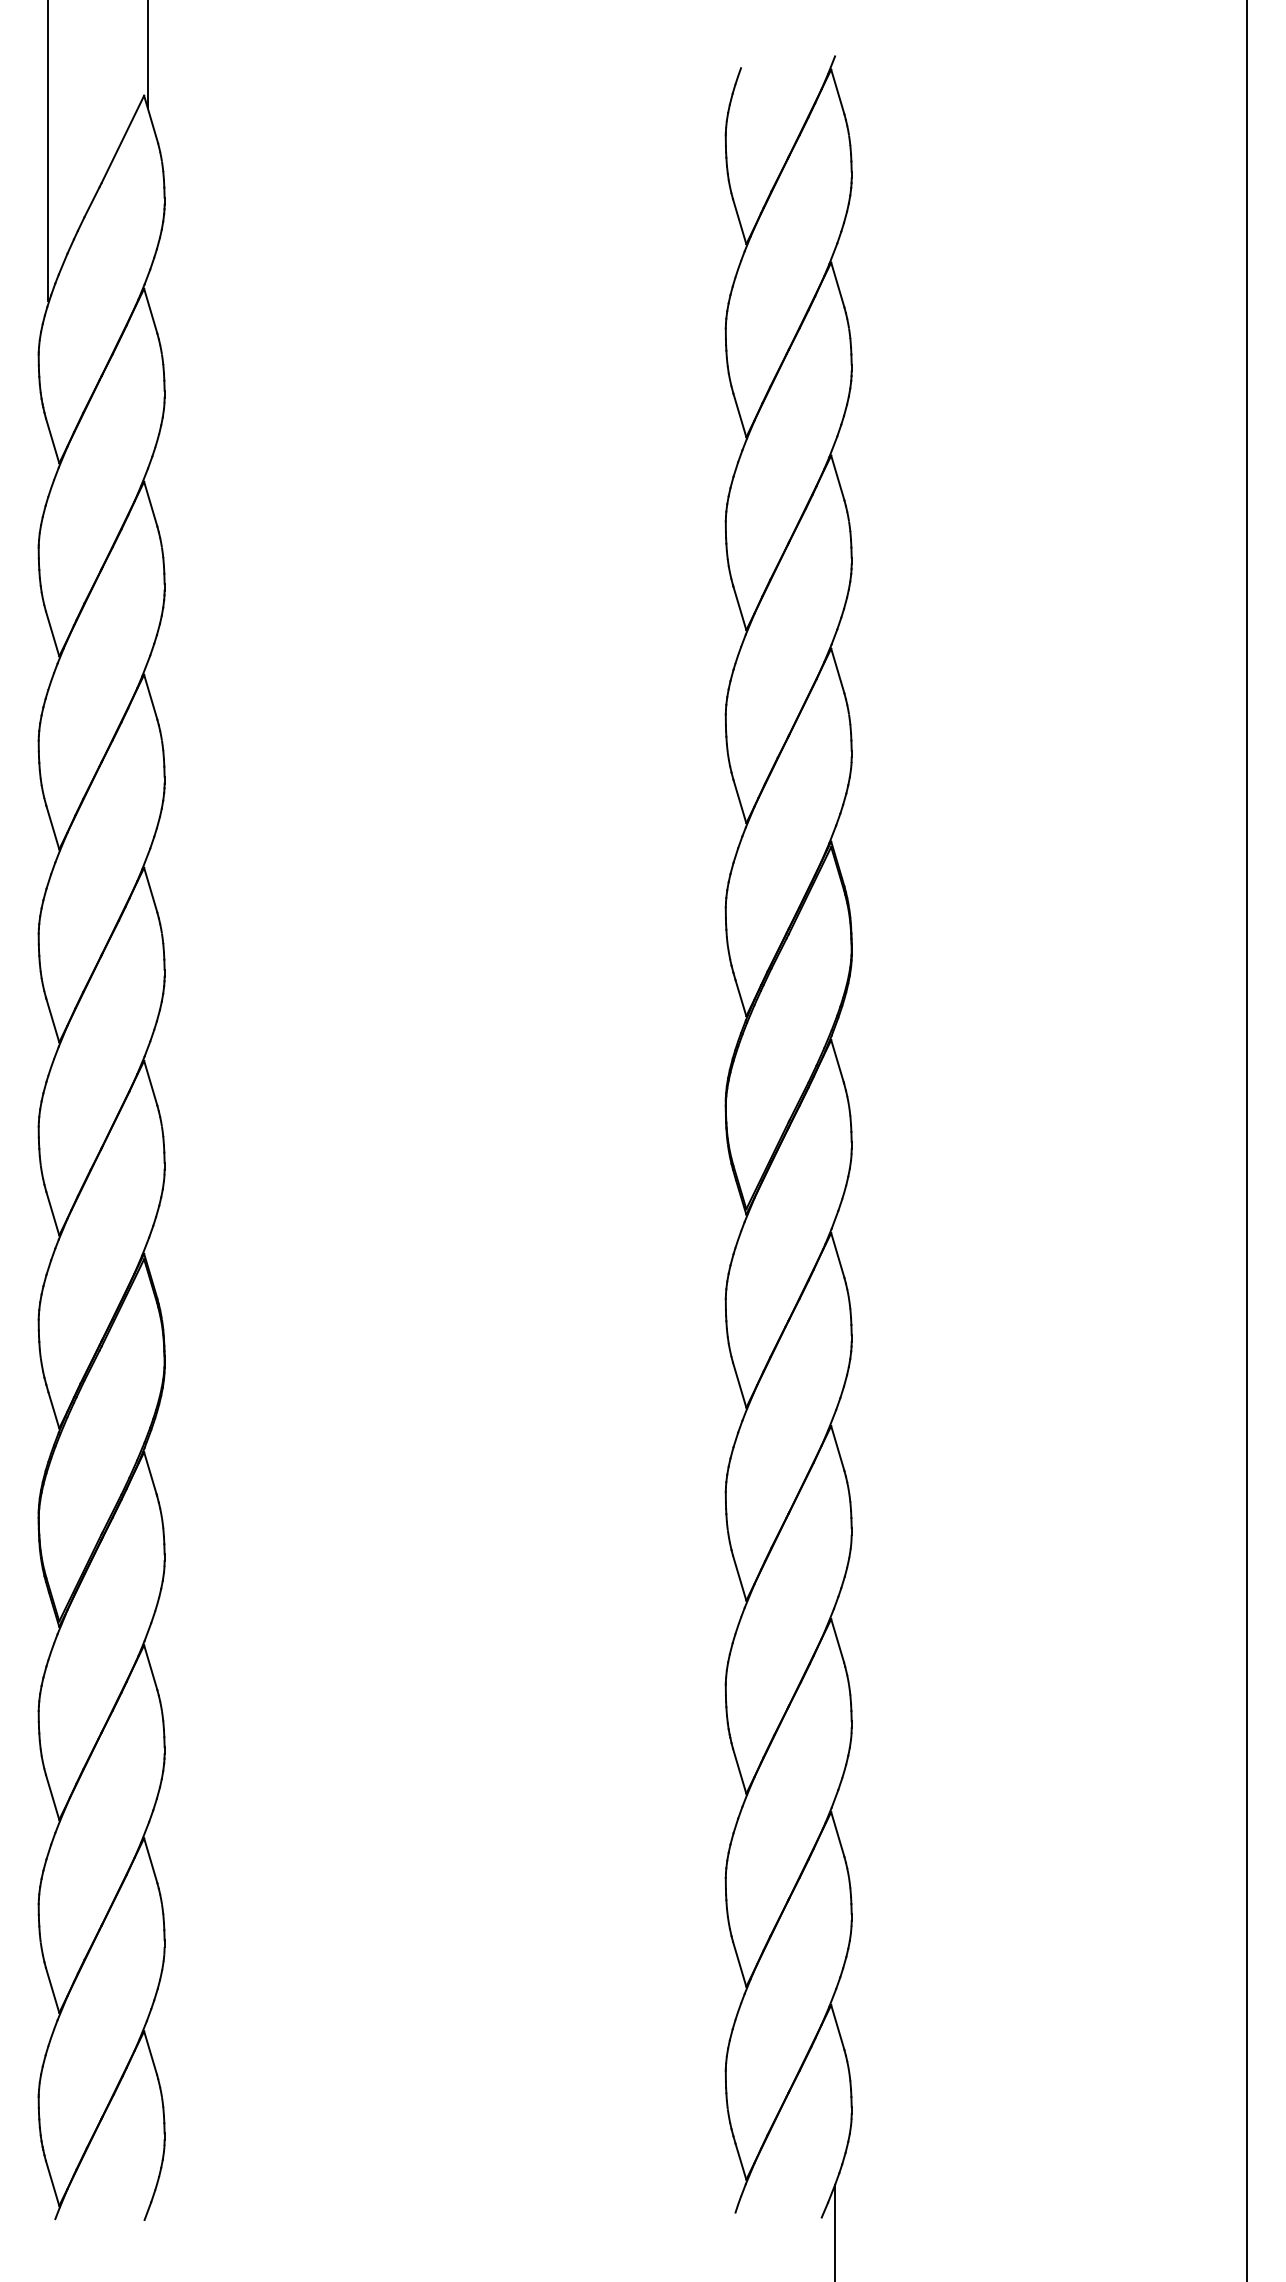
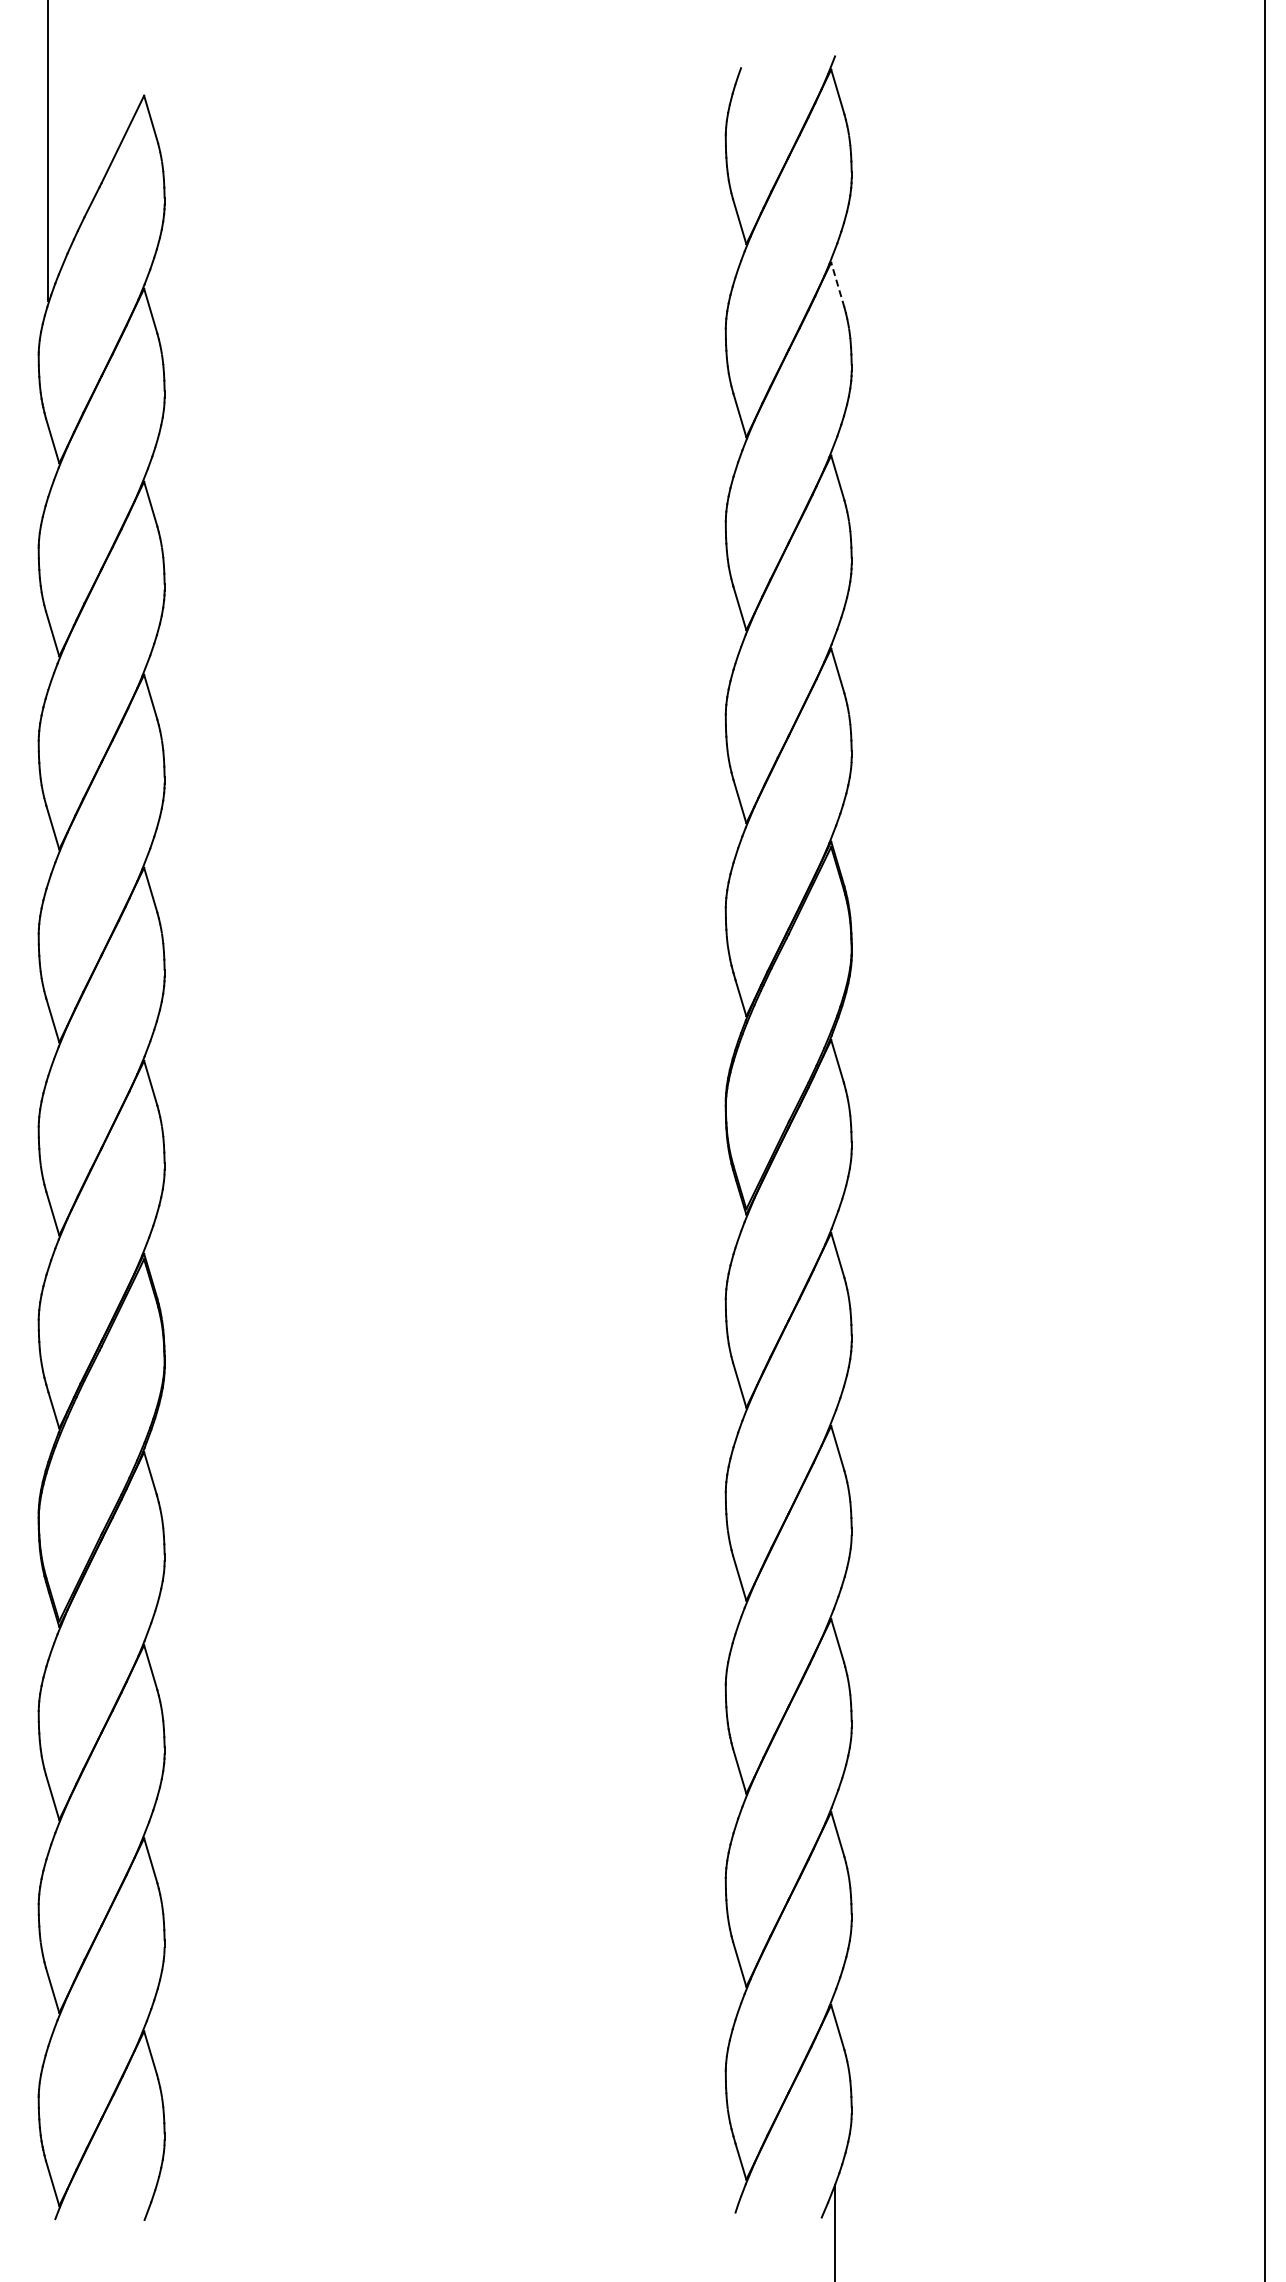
line at (147, 54): present -> none
line at (837, 284): solid -> dashed
line at (1247, 1140) position: (1247, 1140) -> (1265, 1140)
